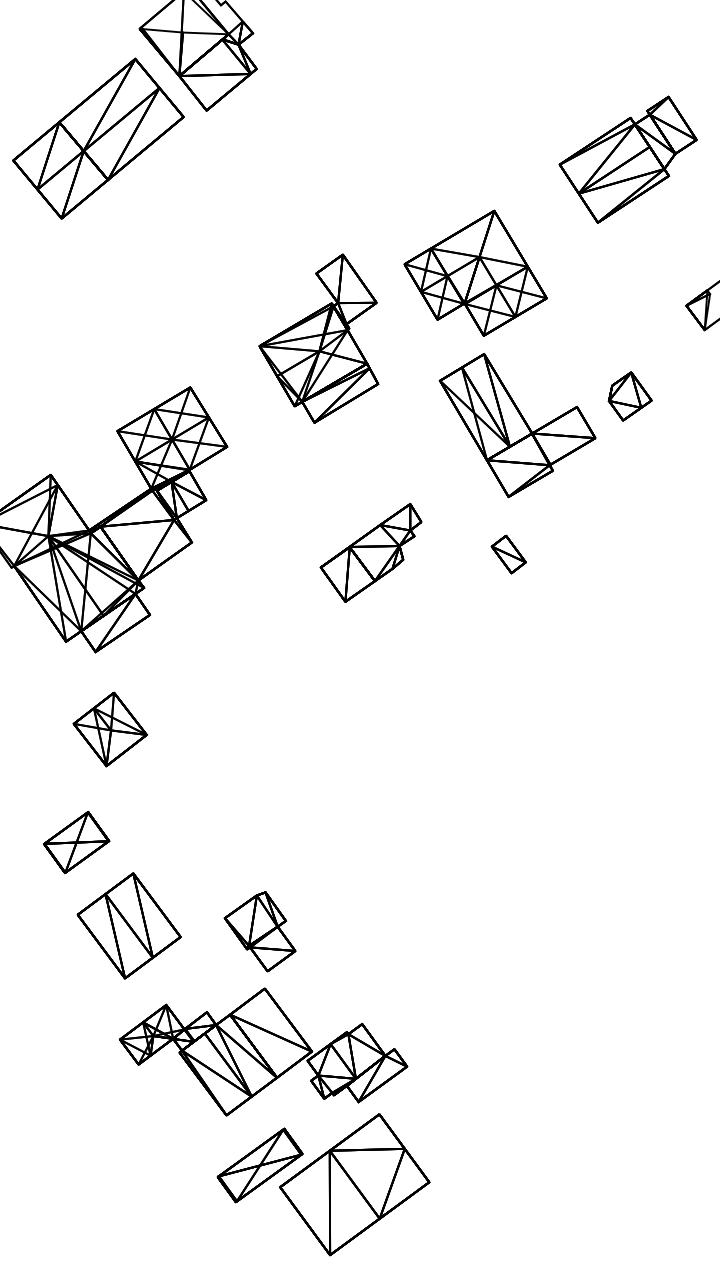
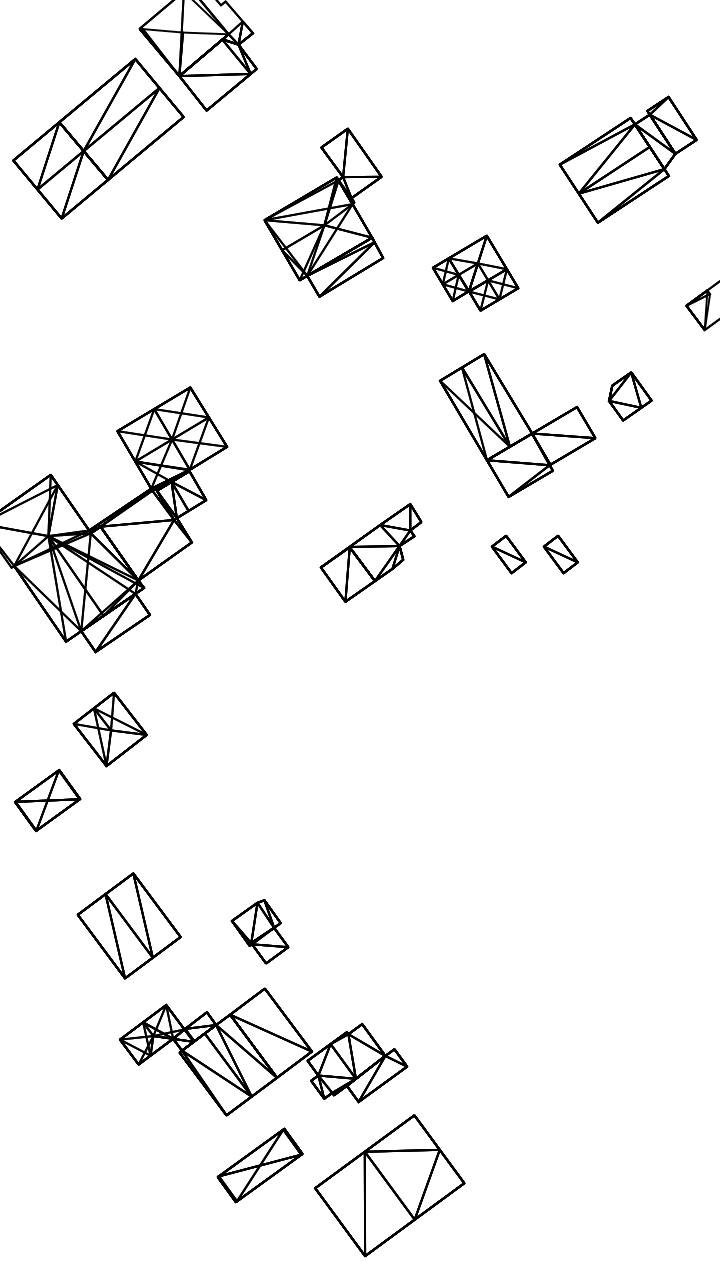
part at (475, 272) size: 145x128 px -> 89x78 px
part at (318, 338) position: (318, 338) -> (323, 212)
part at (560, 554): none -> present
part at (76, 842) position: (76, 842) -> (47, 800)
part at (259, 931) size: 74x82 px -> 60x66 px
part at (354, 1184) position: (354, 1184) -> (389, 1185)
